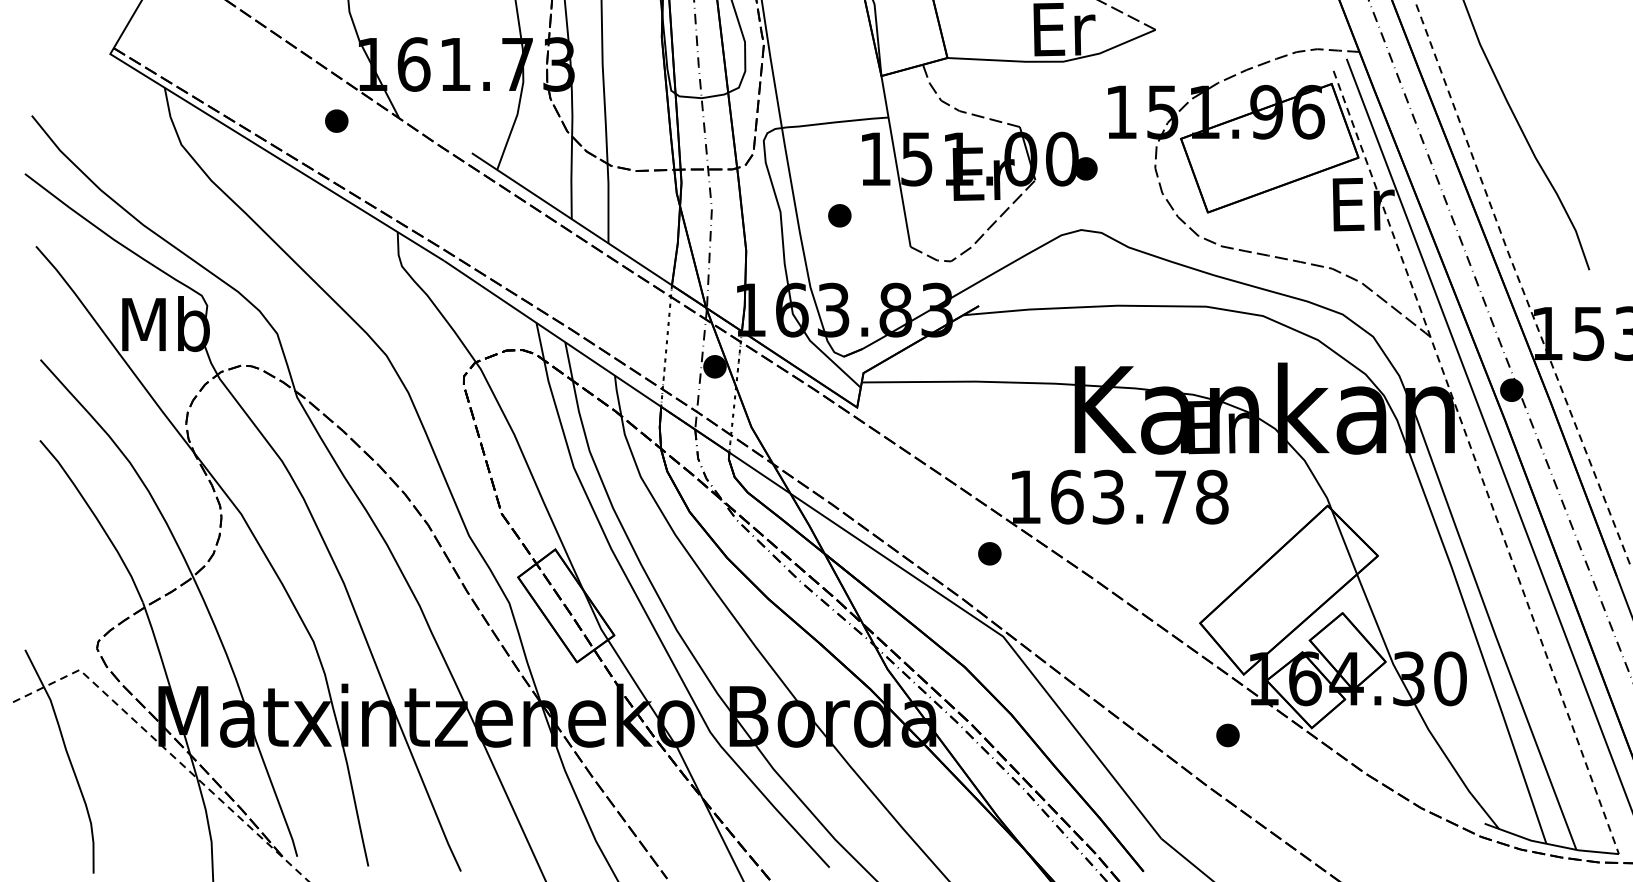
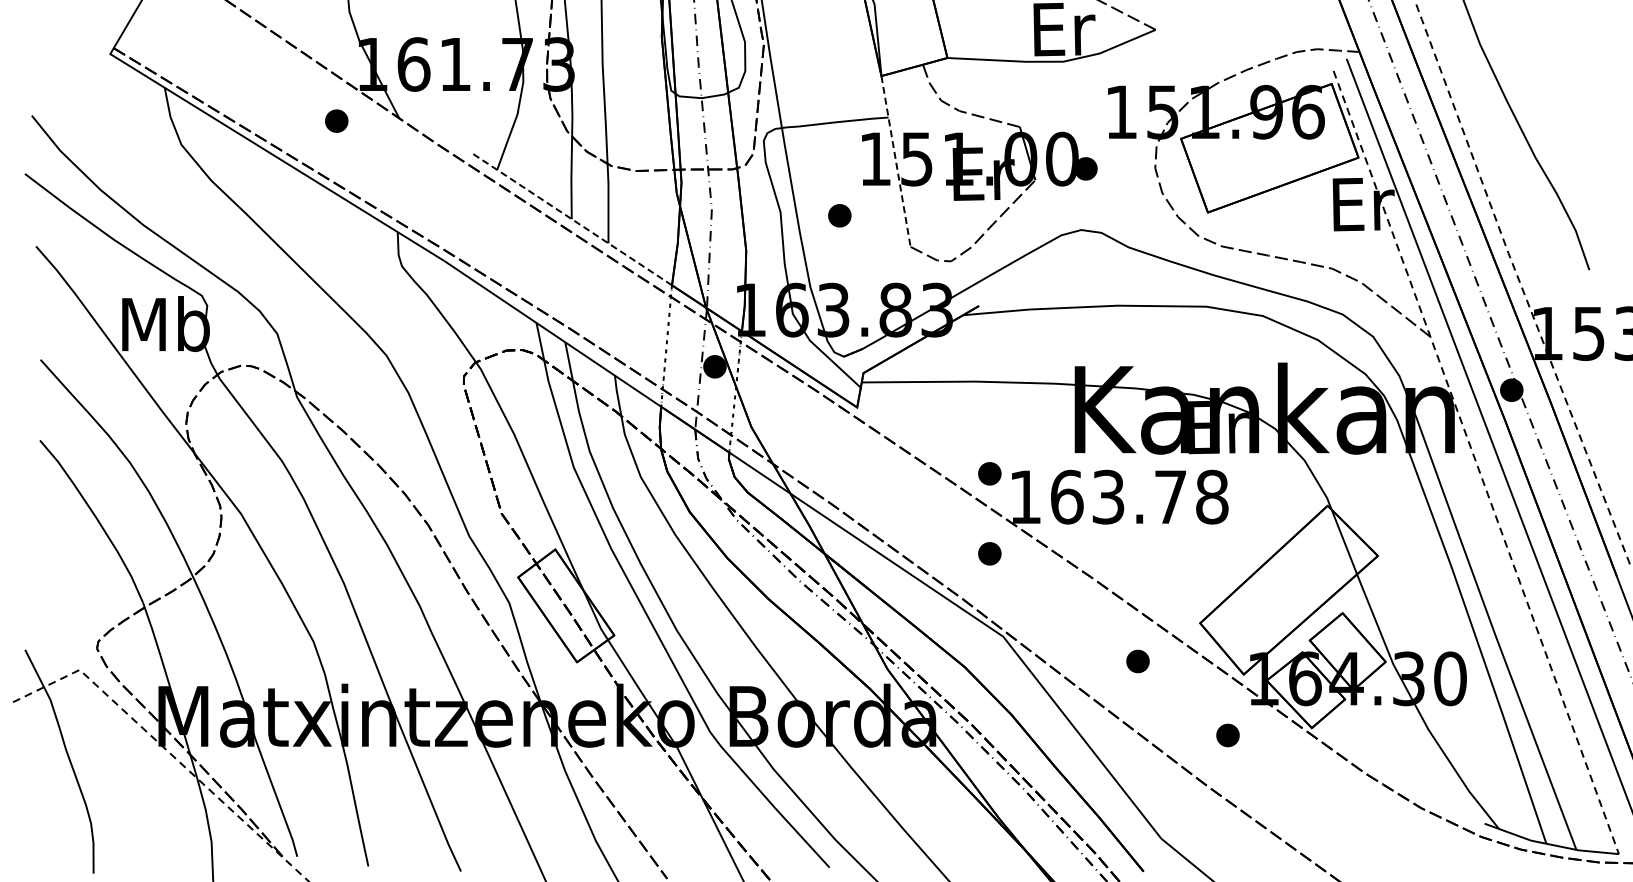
line at (896, 161): solid -> dashed
line at (571, 219): solid -> dashed
part at (989, 473): none -> present
part at (1137, 661): none -> present
